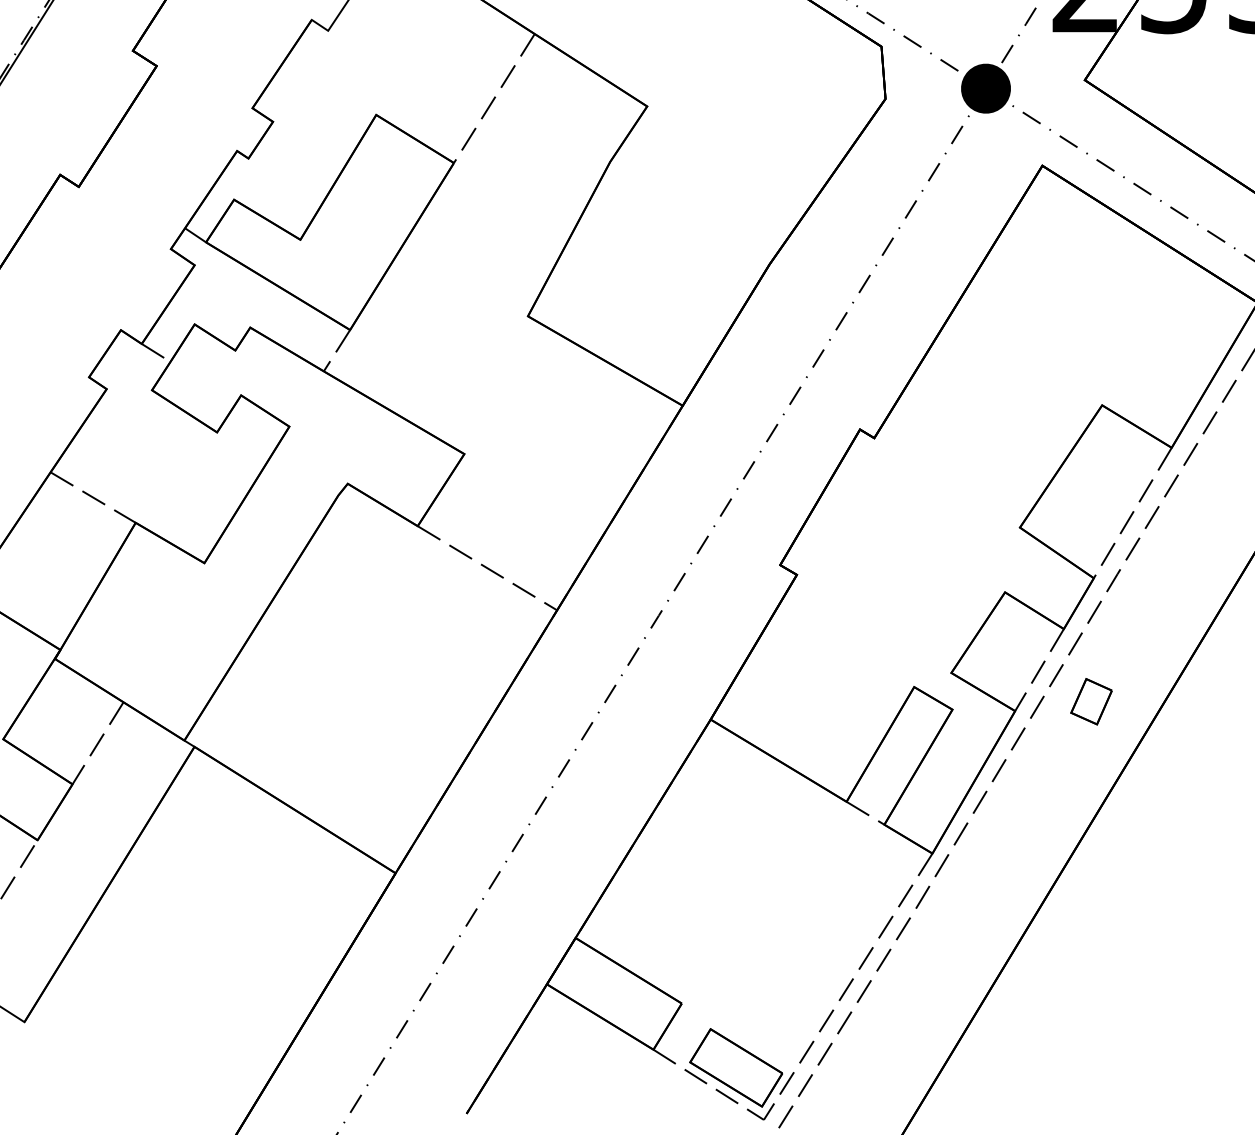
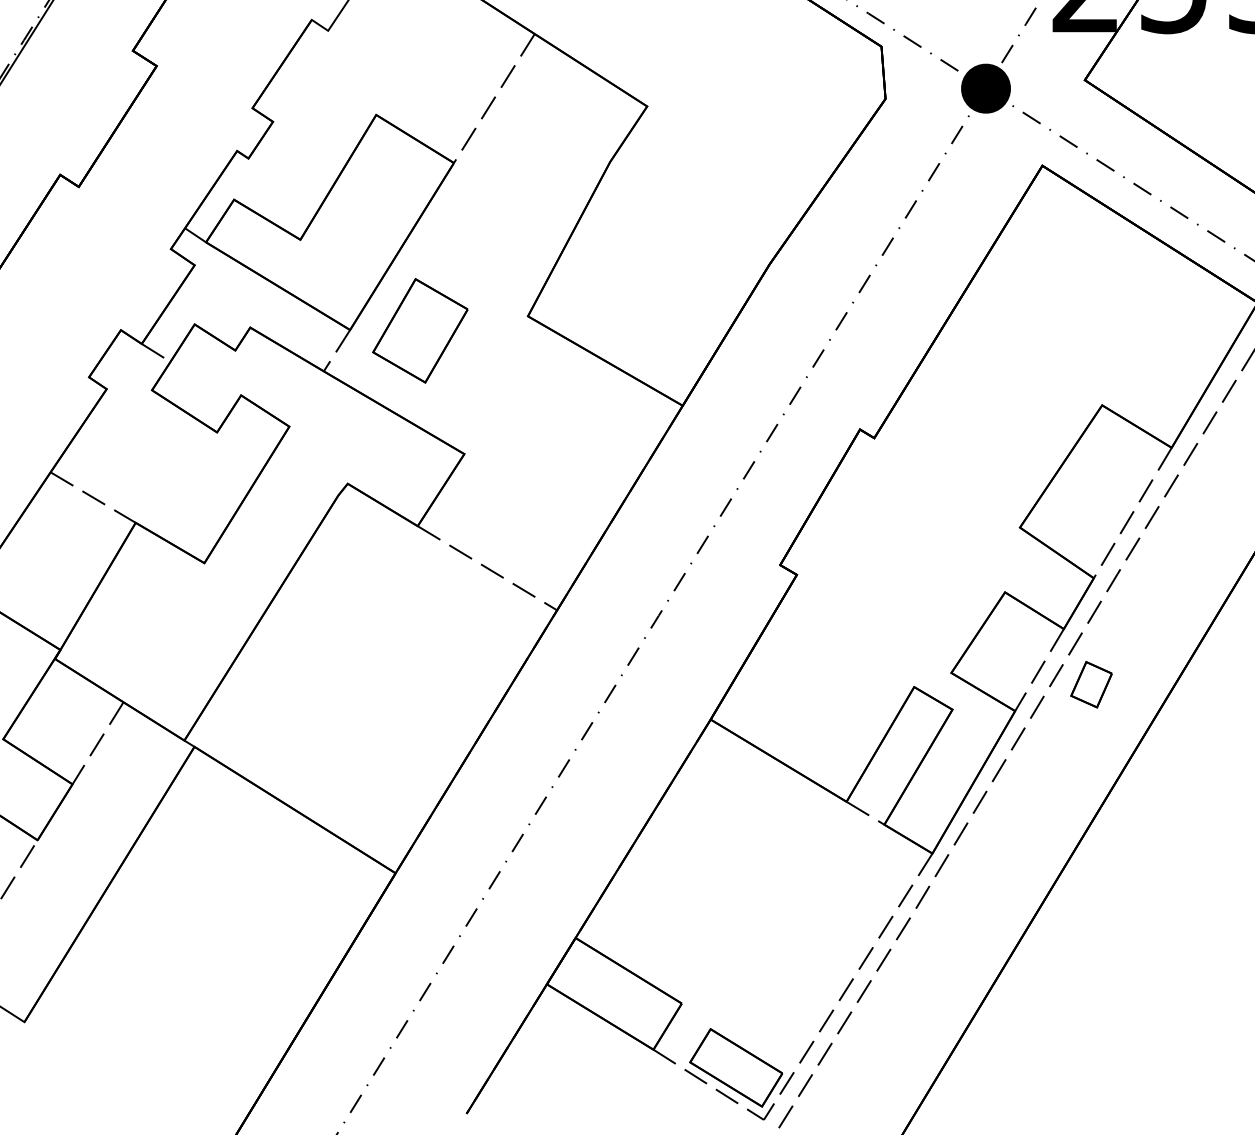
part at (420, 330): none -> present
part at (1091, 701) position: (1091, 701) -> (1091, 684)
